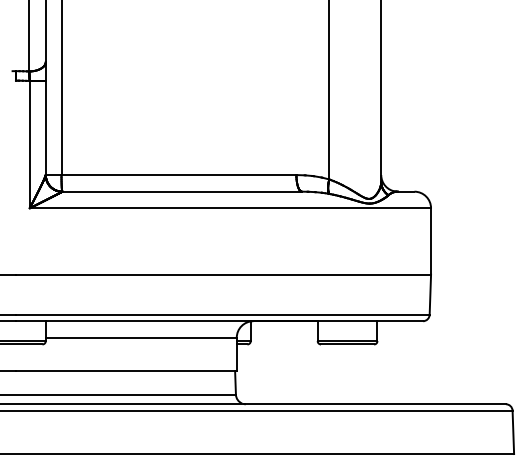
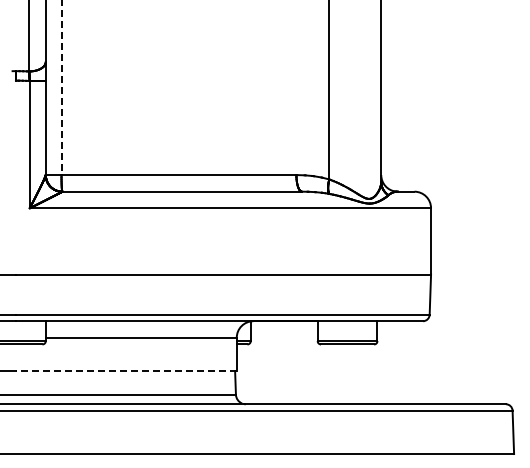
line at (61, 88): solid -> dashed
line at (125, 371): solid -> dashed
